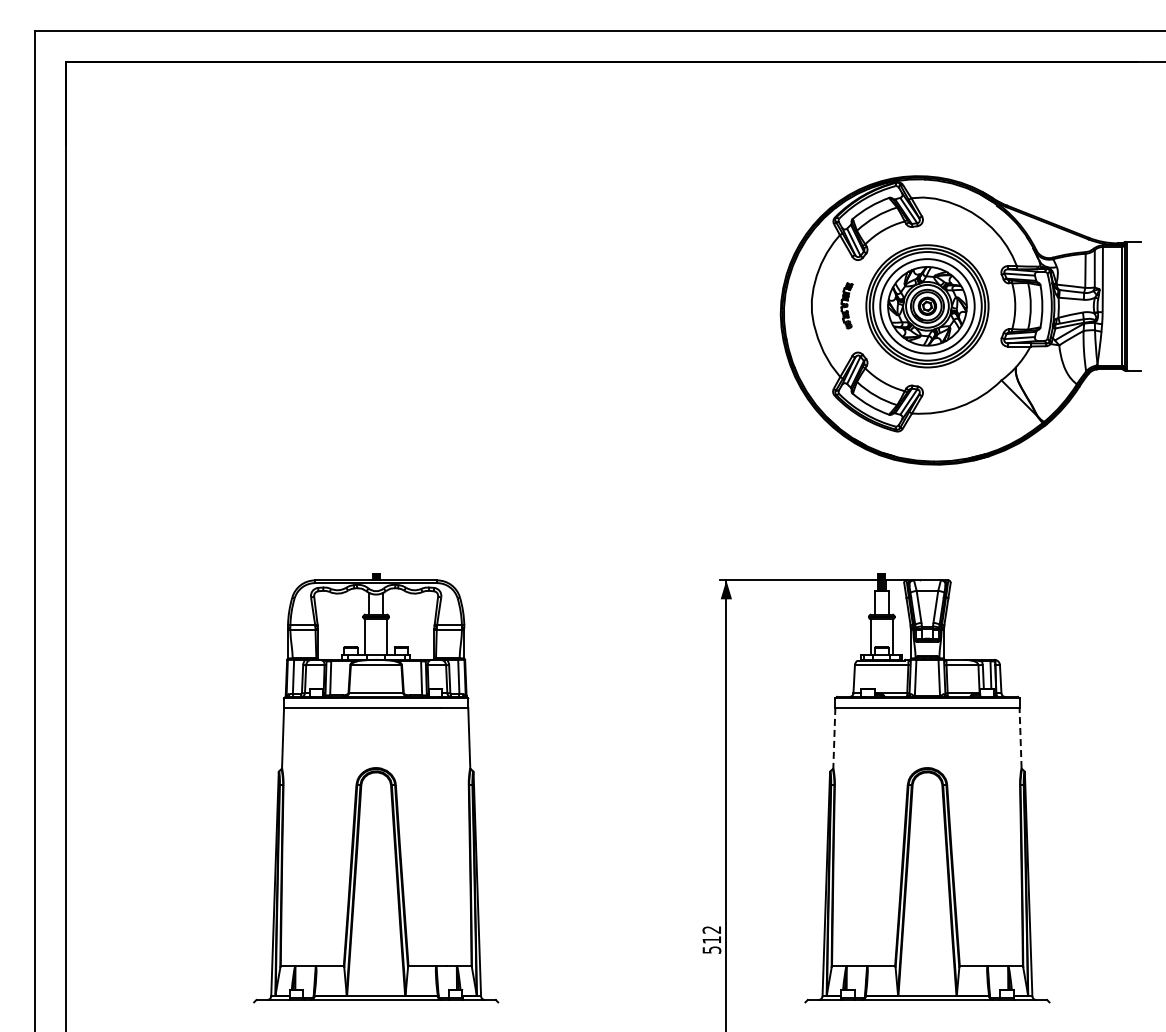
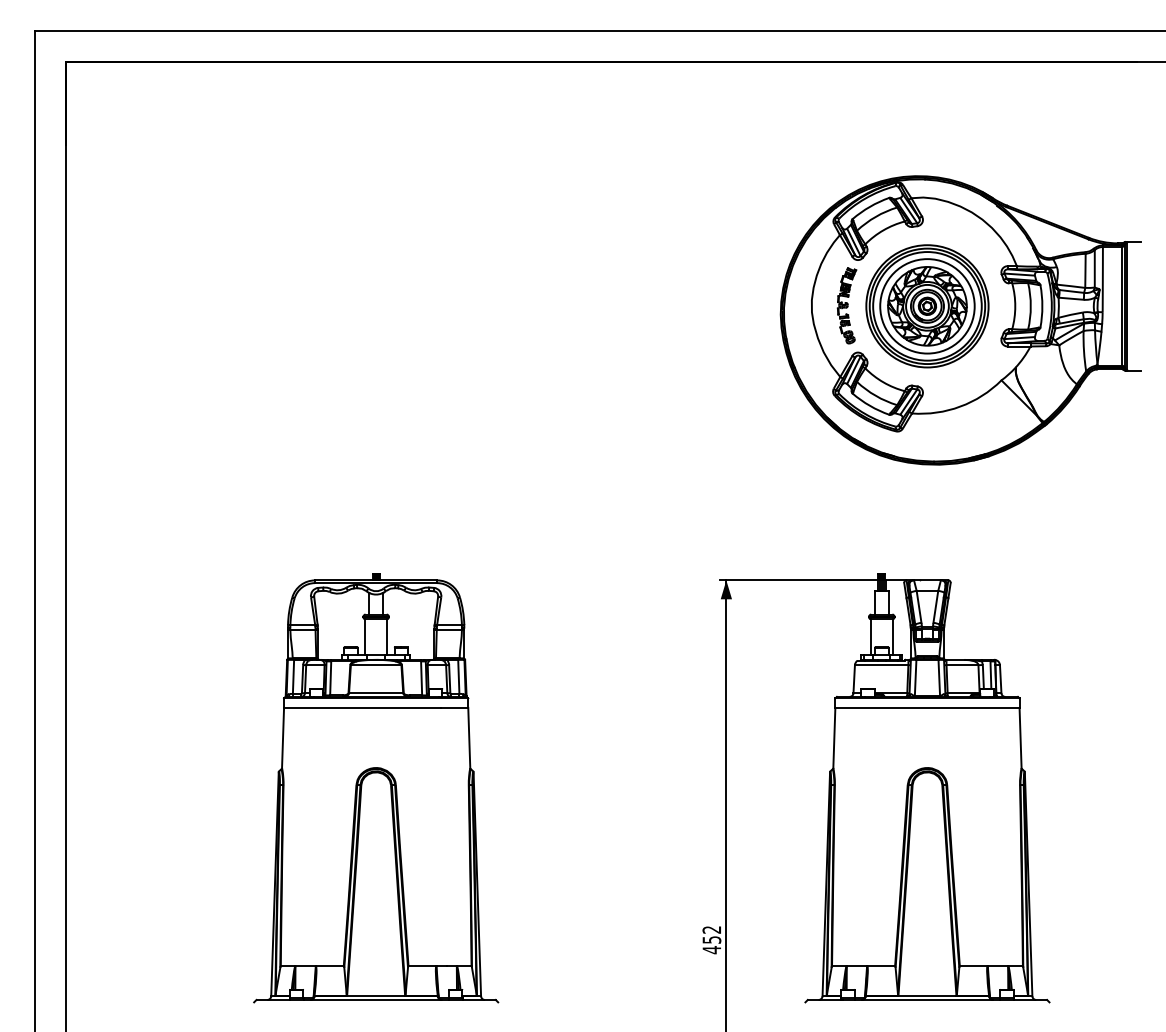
part at (846, 305) size: 14x48 px -> 22x78 px
line at (1020, 737): dashed -> solid
line at (834, 738): dashed -> solid
text at (711, 945): 512 -> 452
